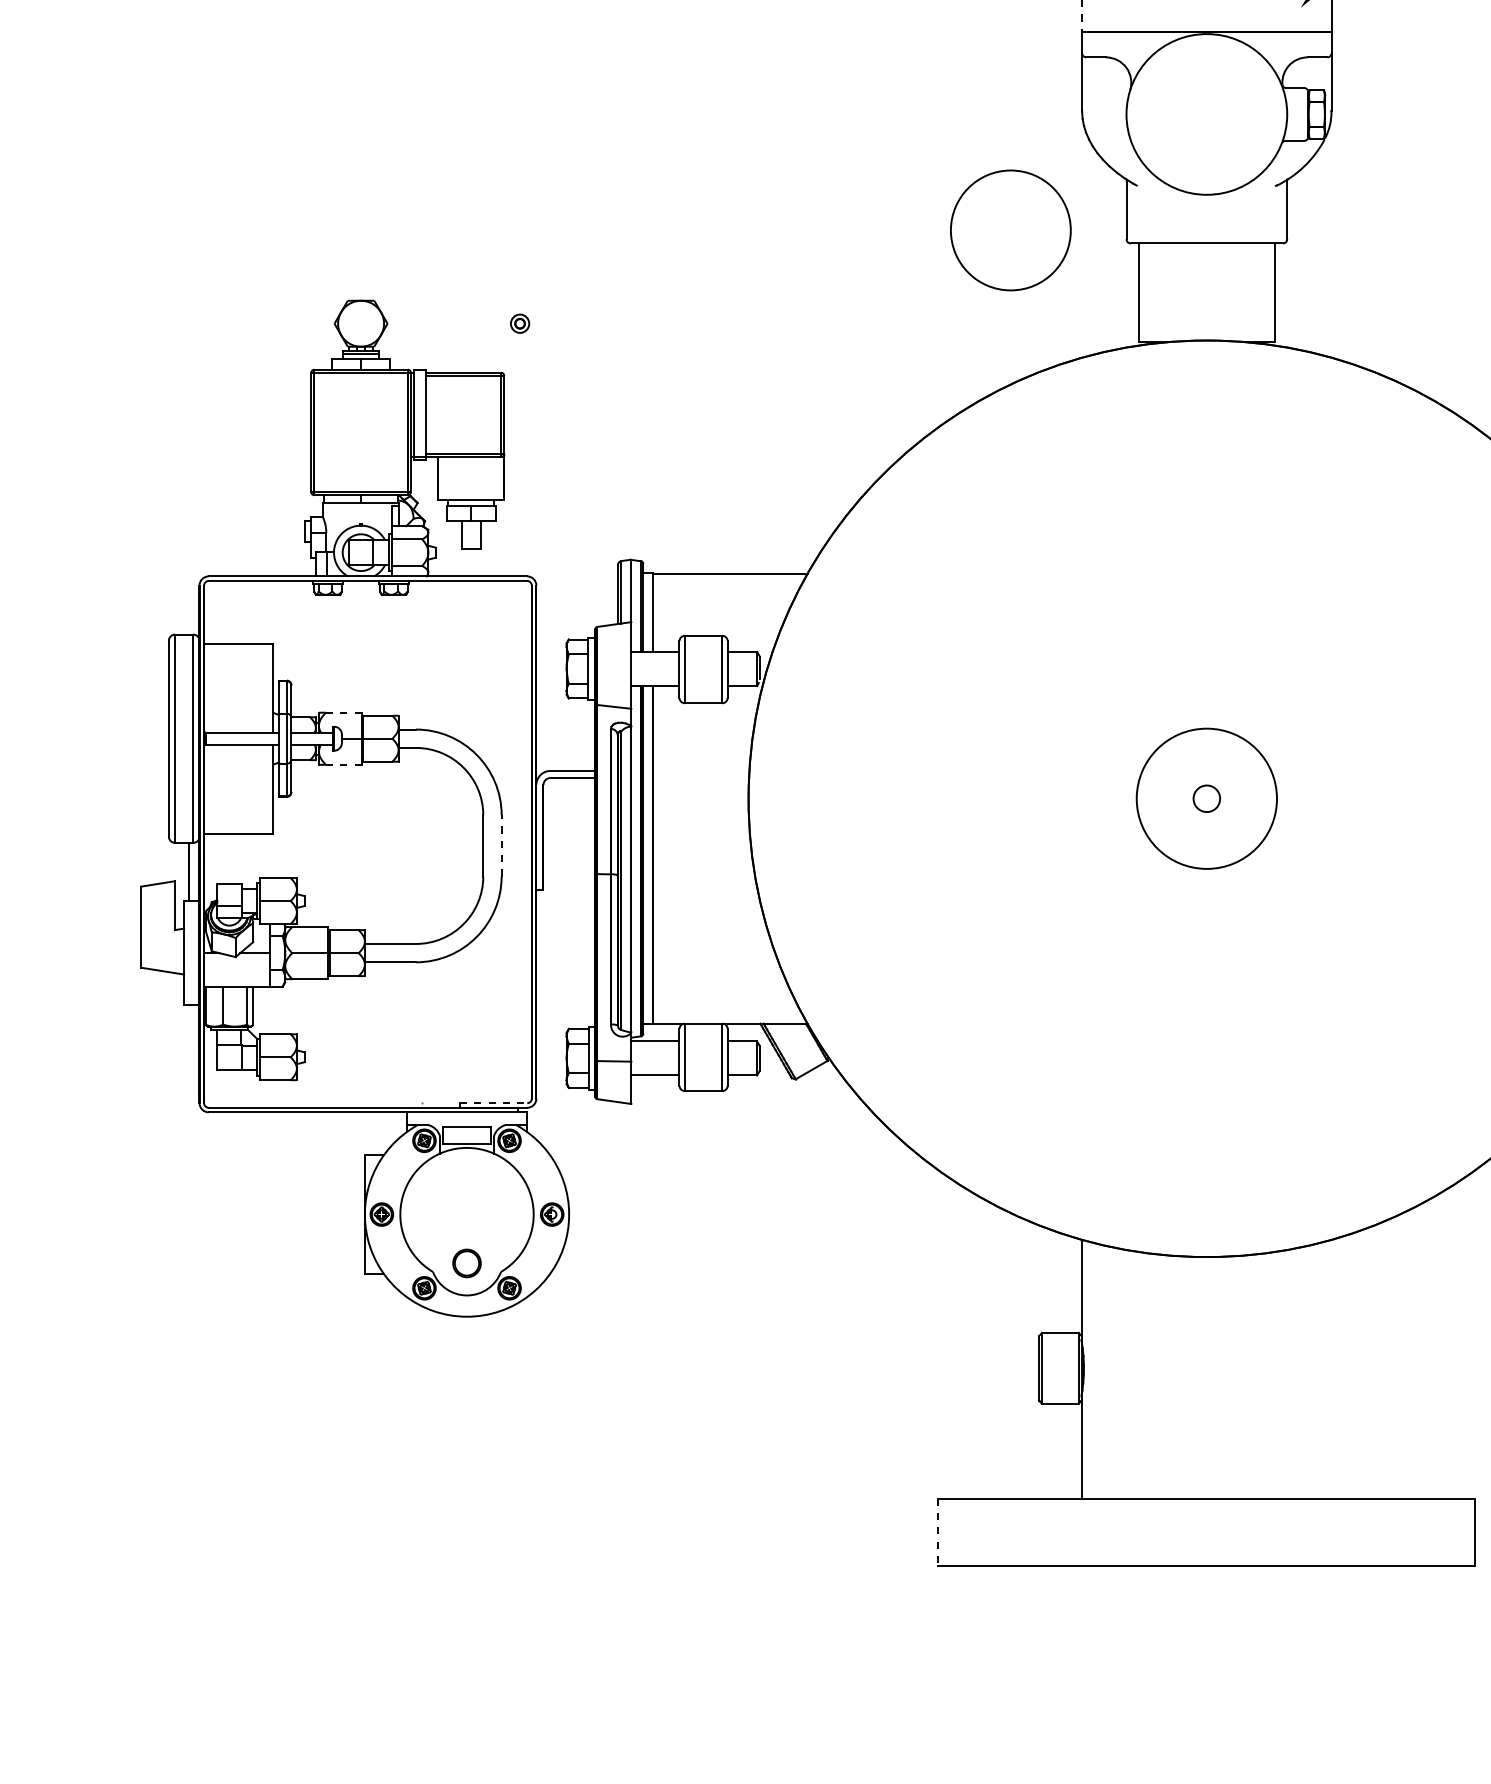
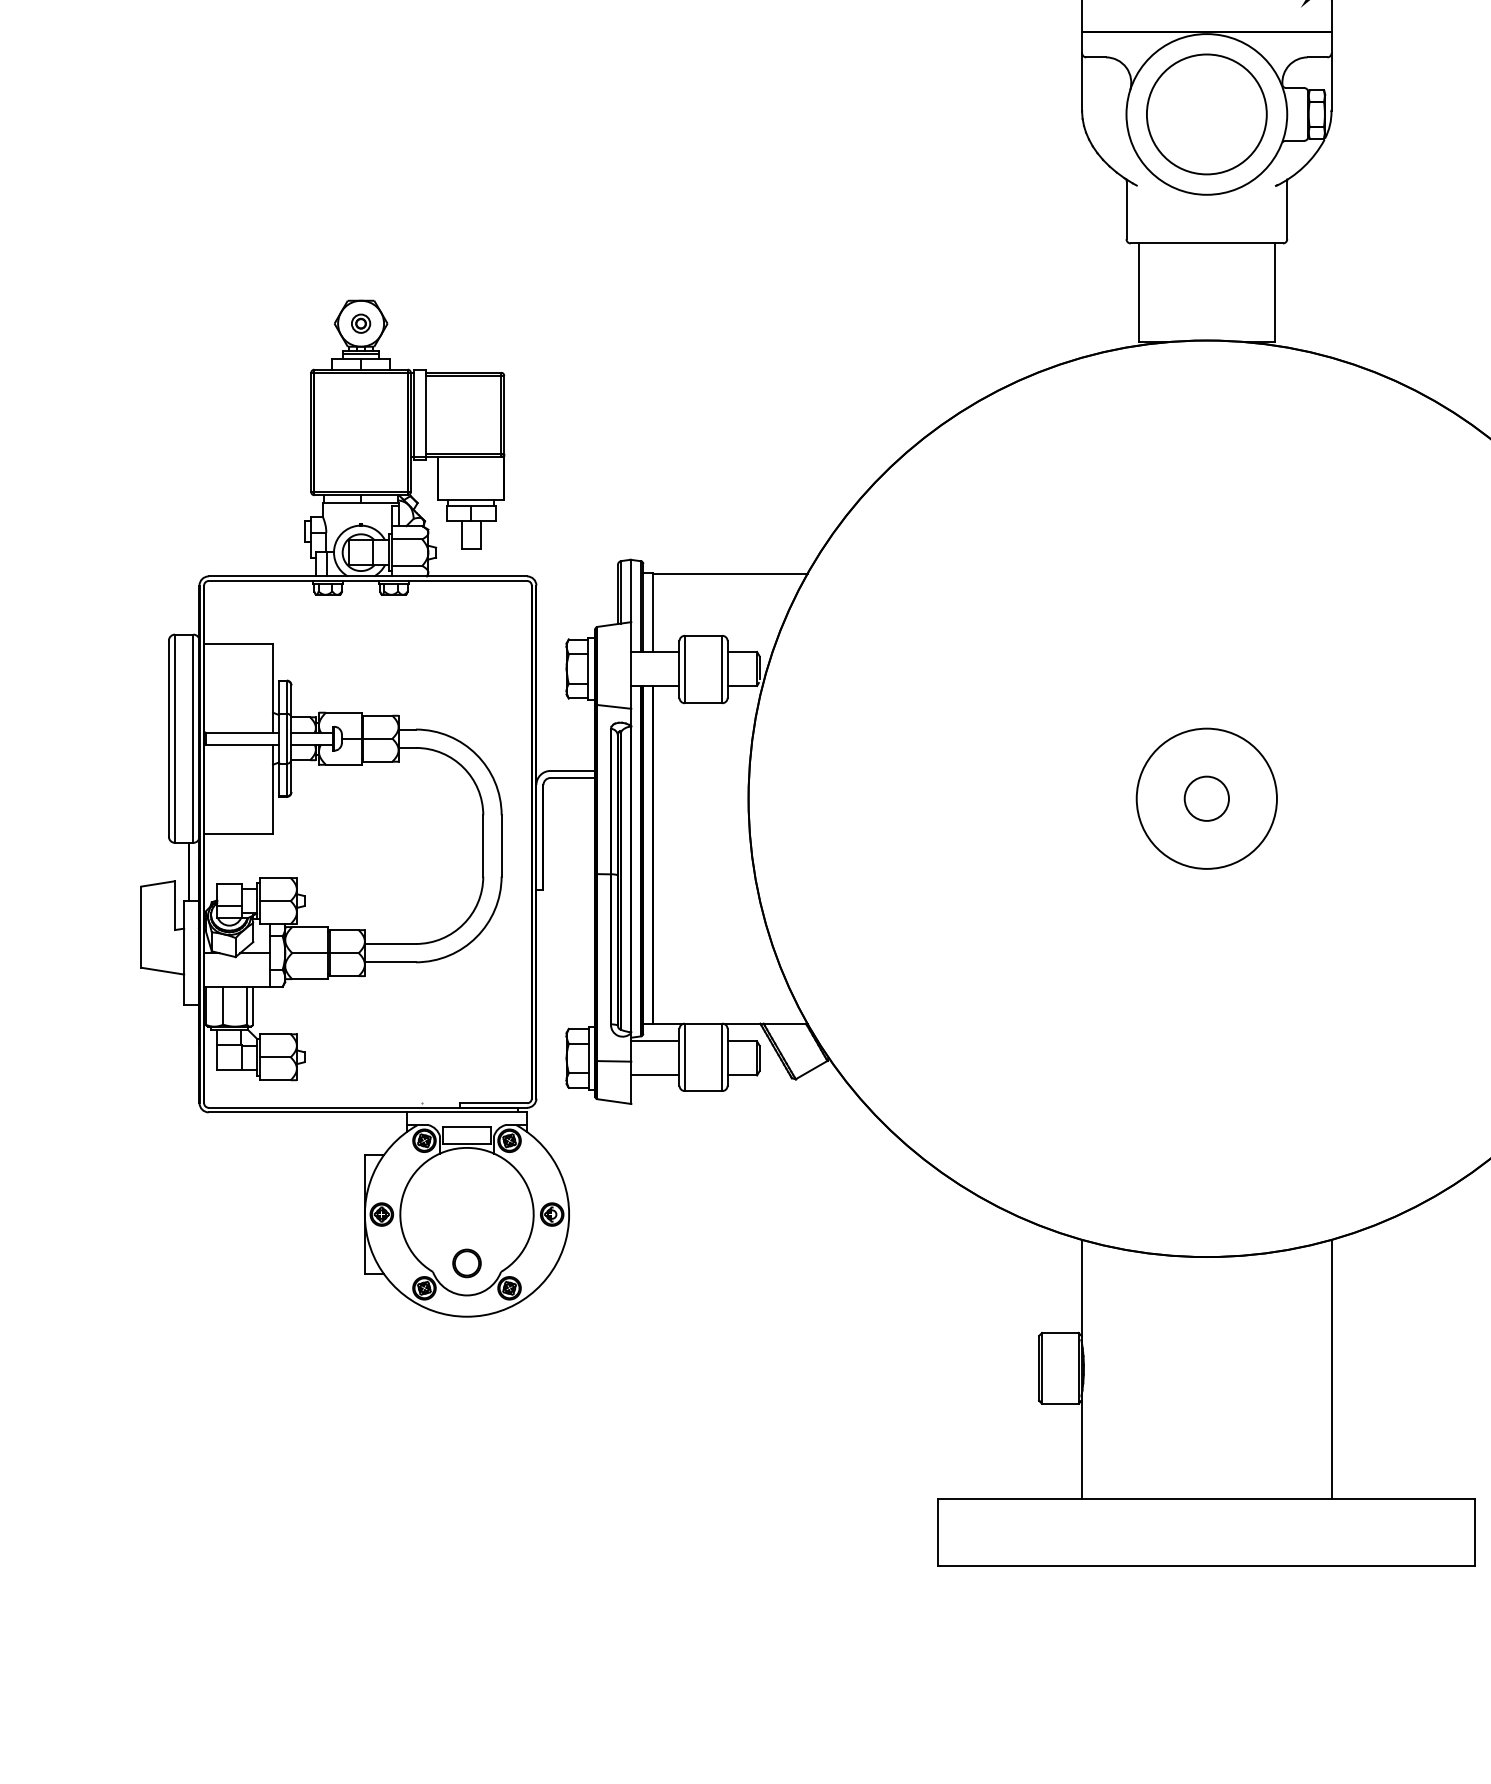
line at (1082, 15): dashed -> solid
circle at (1010, 230) position: (1010, 230) -> (1206, 114)
part at (520, 323) position: (520, 323) -> (361, 323)
line at (343, 712): dashed -> solid
line at (343, 764): dashed -> solid
circle at (1206, 798) diameter: 27 px -> 44 px
line at (501, 845): dashed -> solid
line at (493, 1103): dashed -> solid
line at (1332, 1368): none -> present
line at (938, 1532): dashed -> solid
